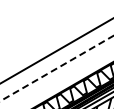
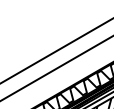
line at (57, 68): dashed -> solid
